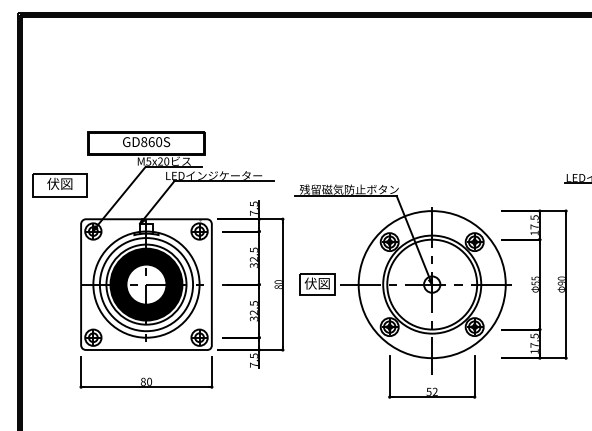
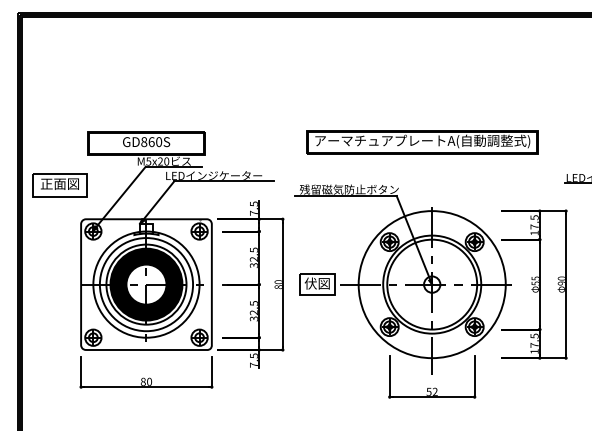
part at (422, 142): none -> present
text at (59, 183): 伏図 -> 正面図
